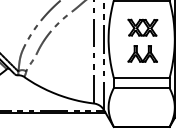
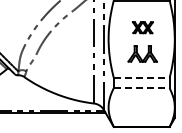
part at (142, 27) size: 32x19 px -> 22x14 px
line at (141, 77): solid -> dashed
line at (141, 88): solid -> dashed
